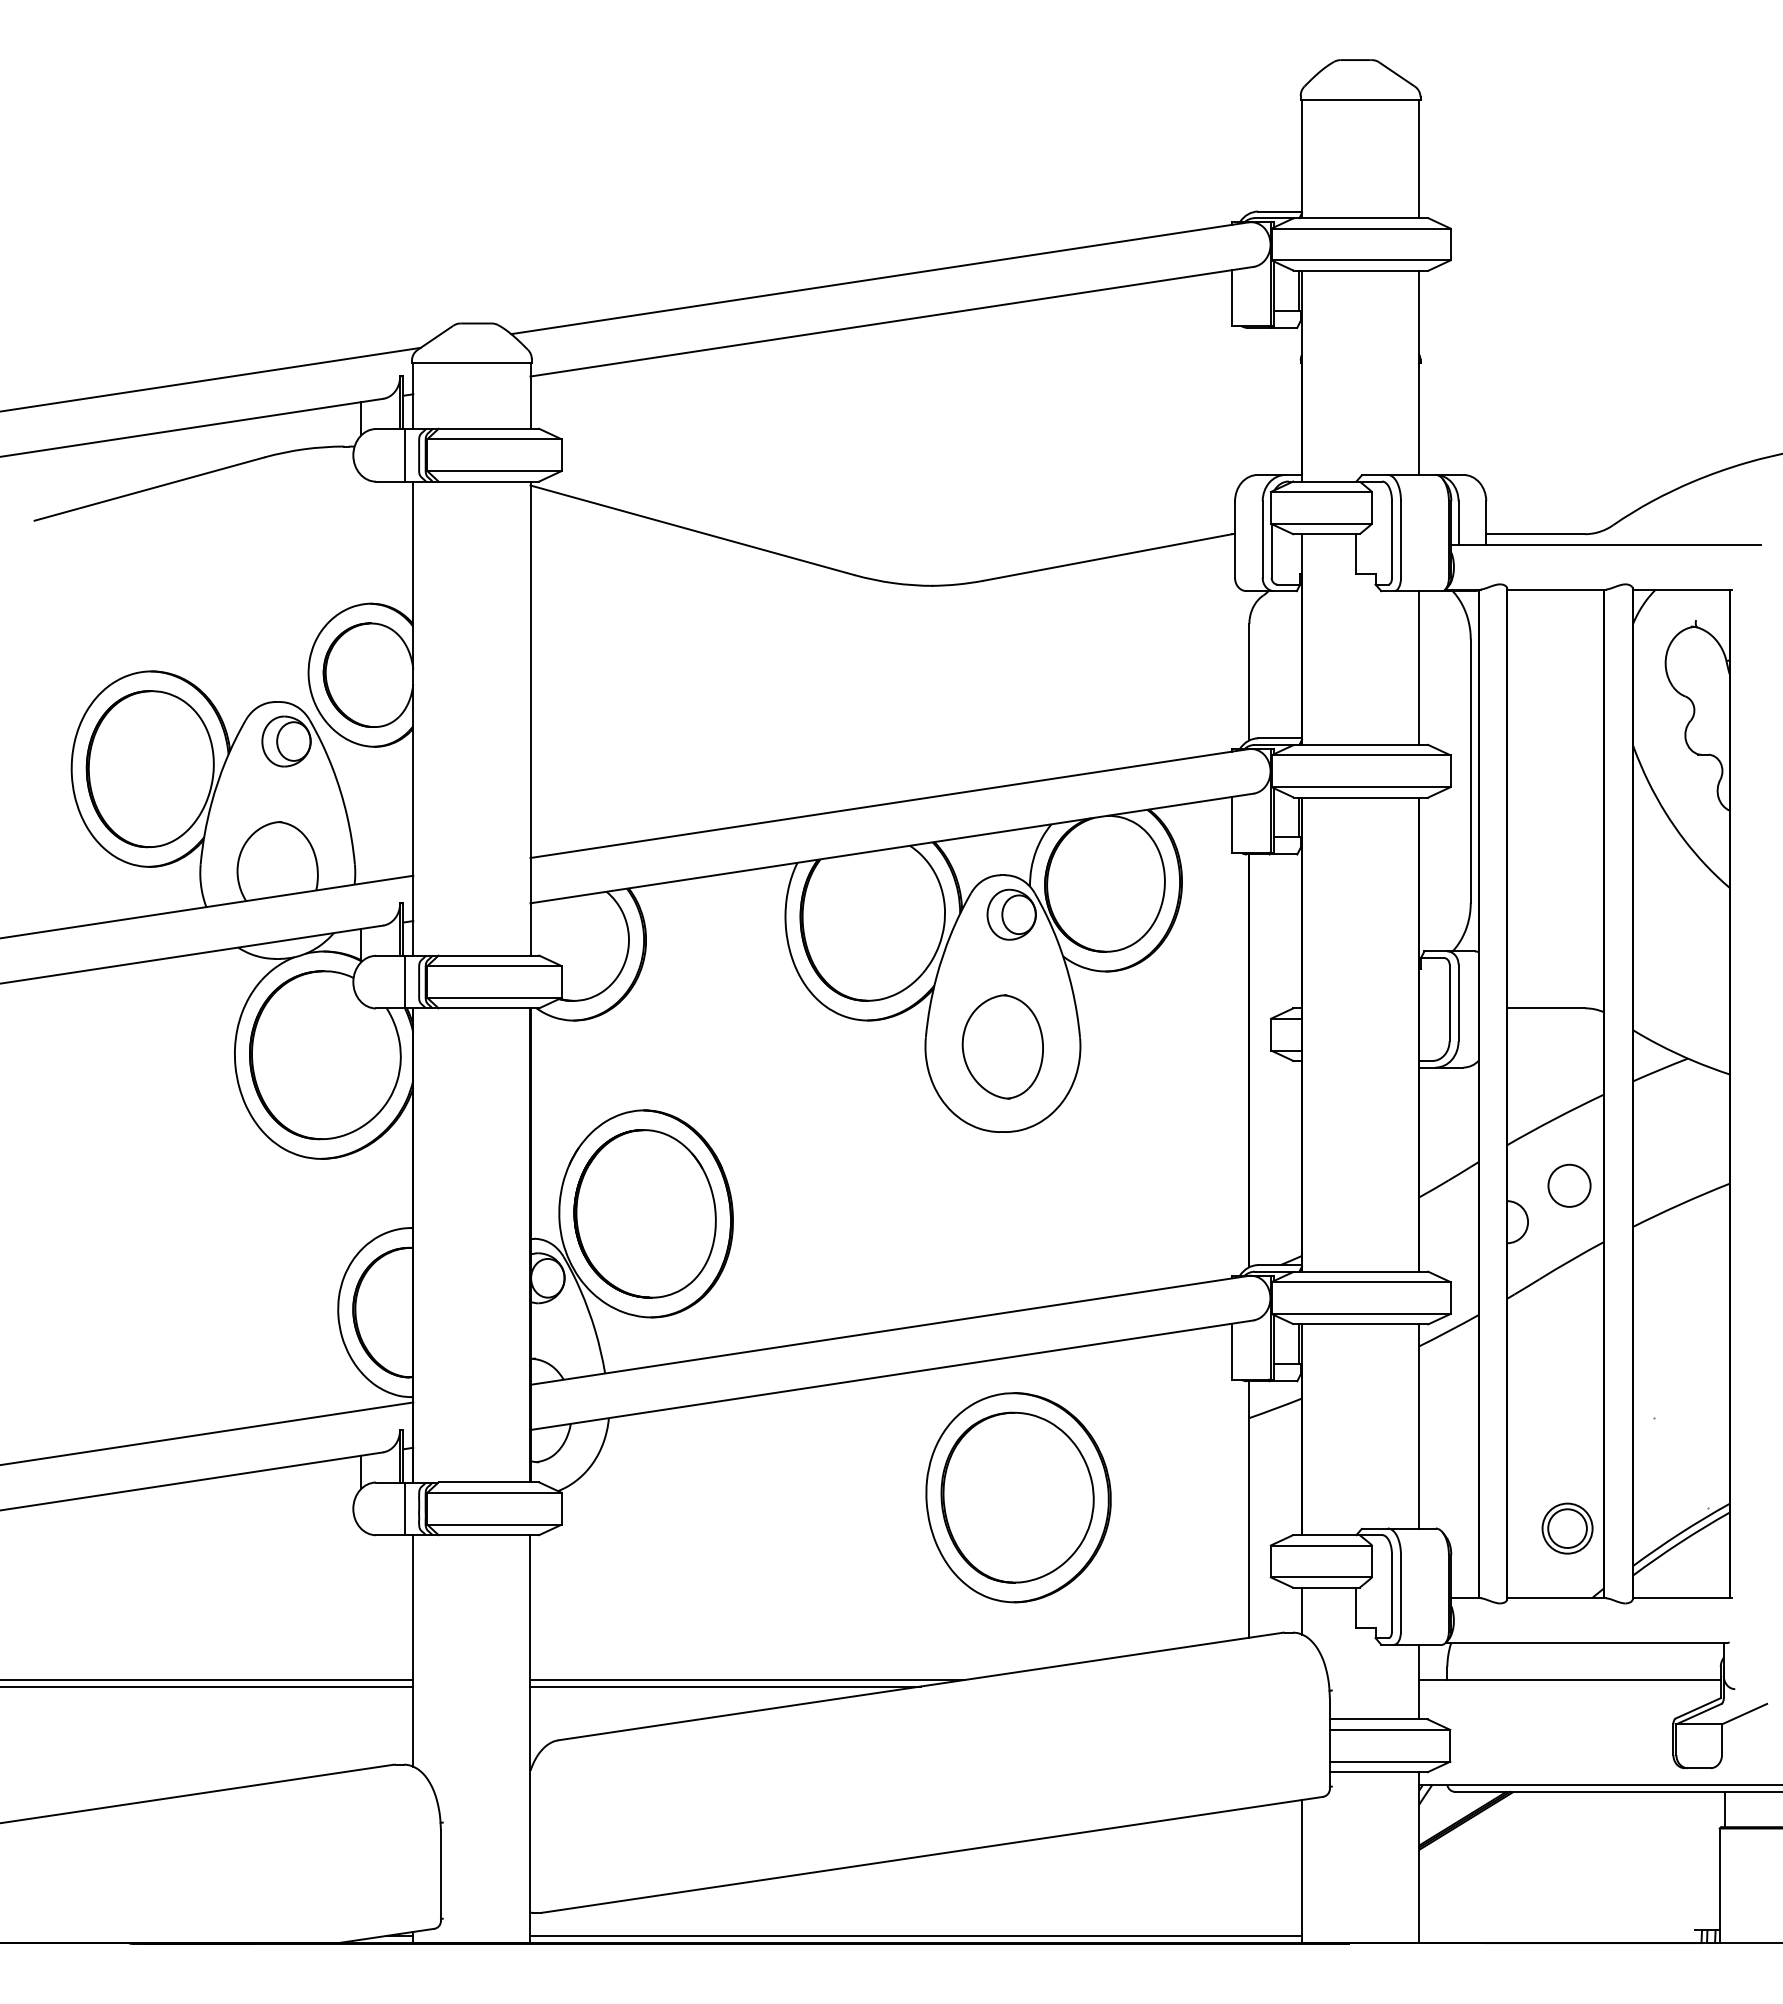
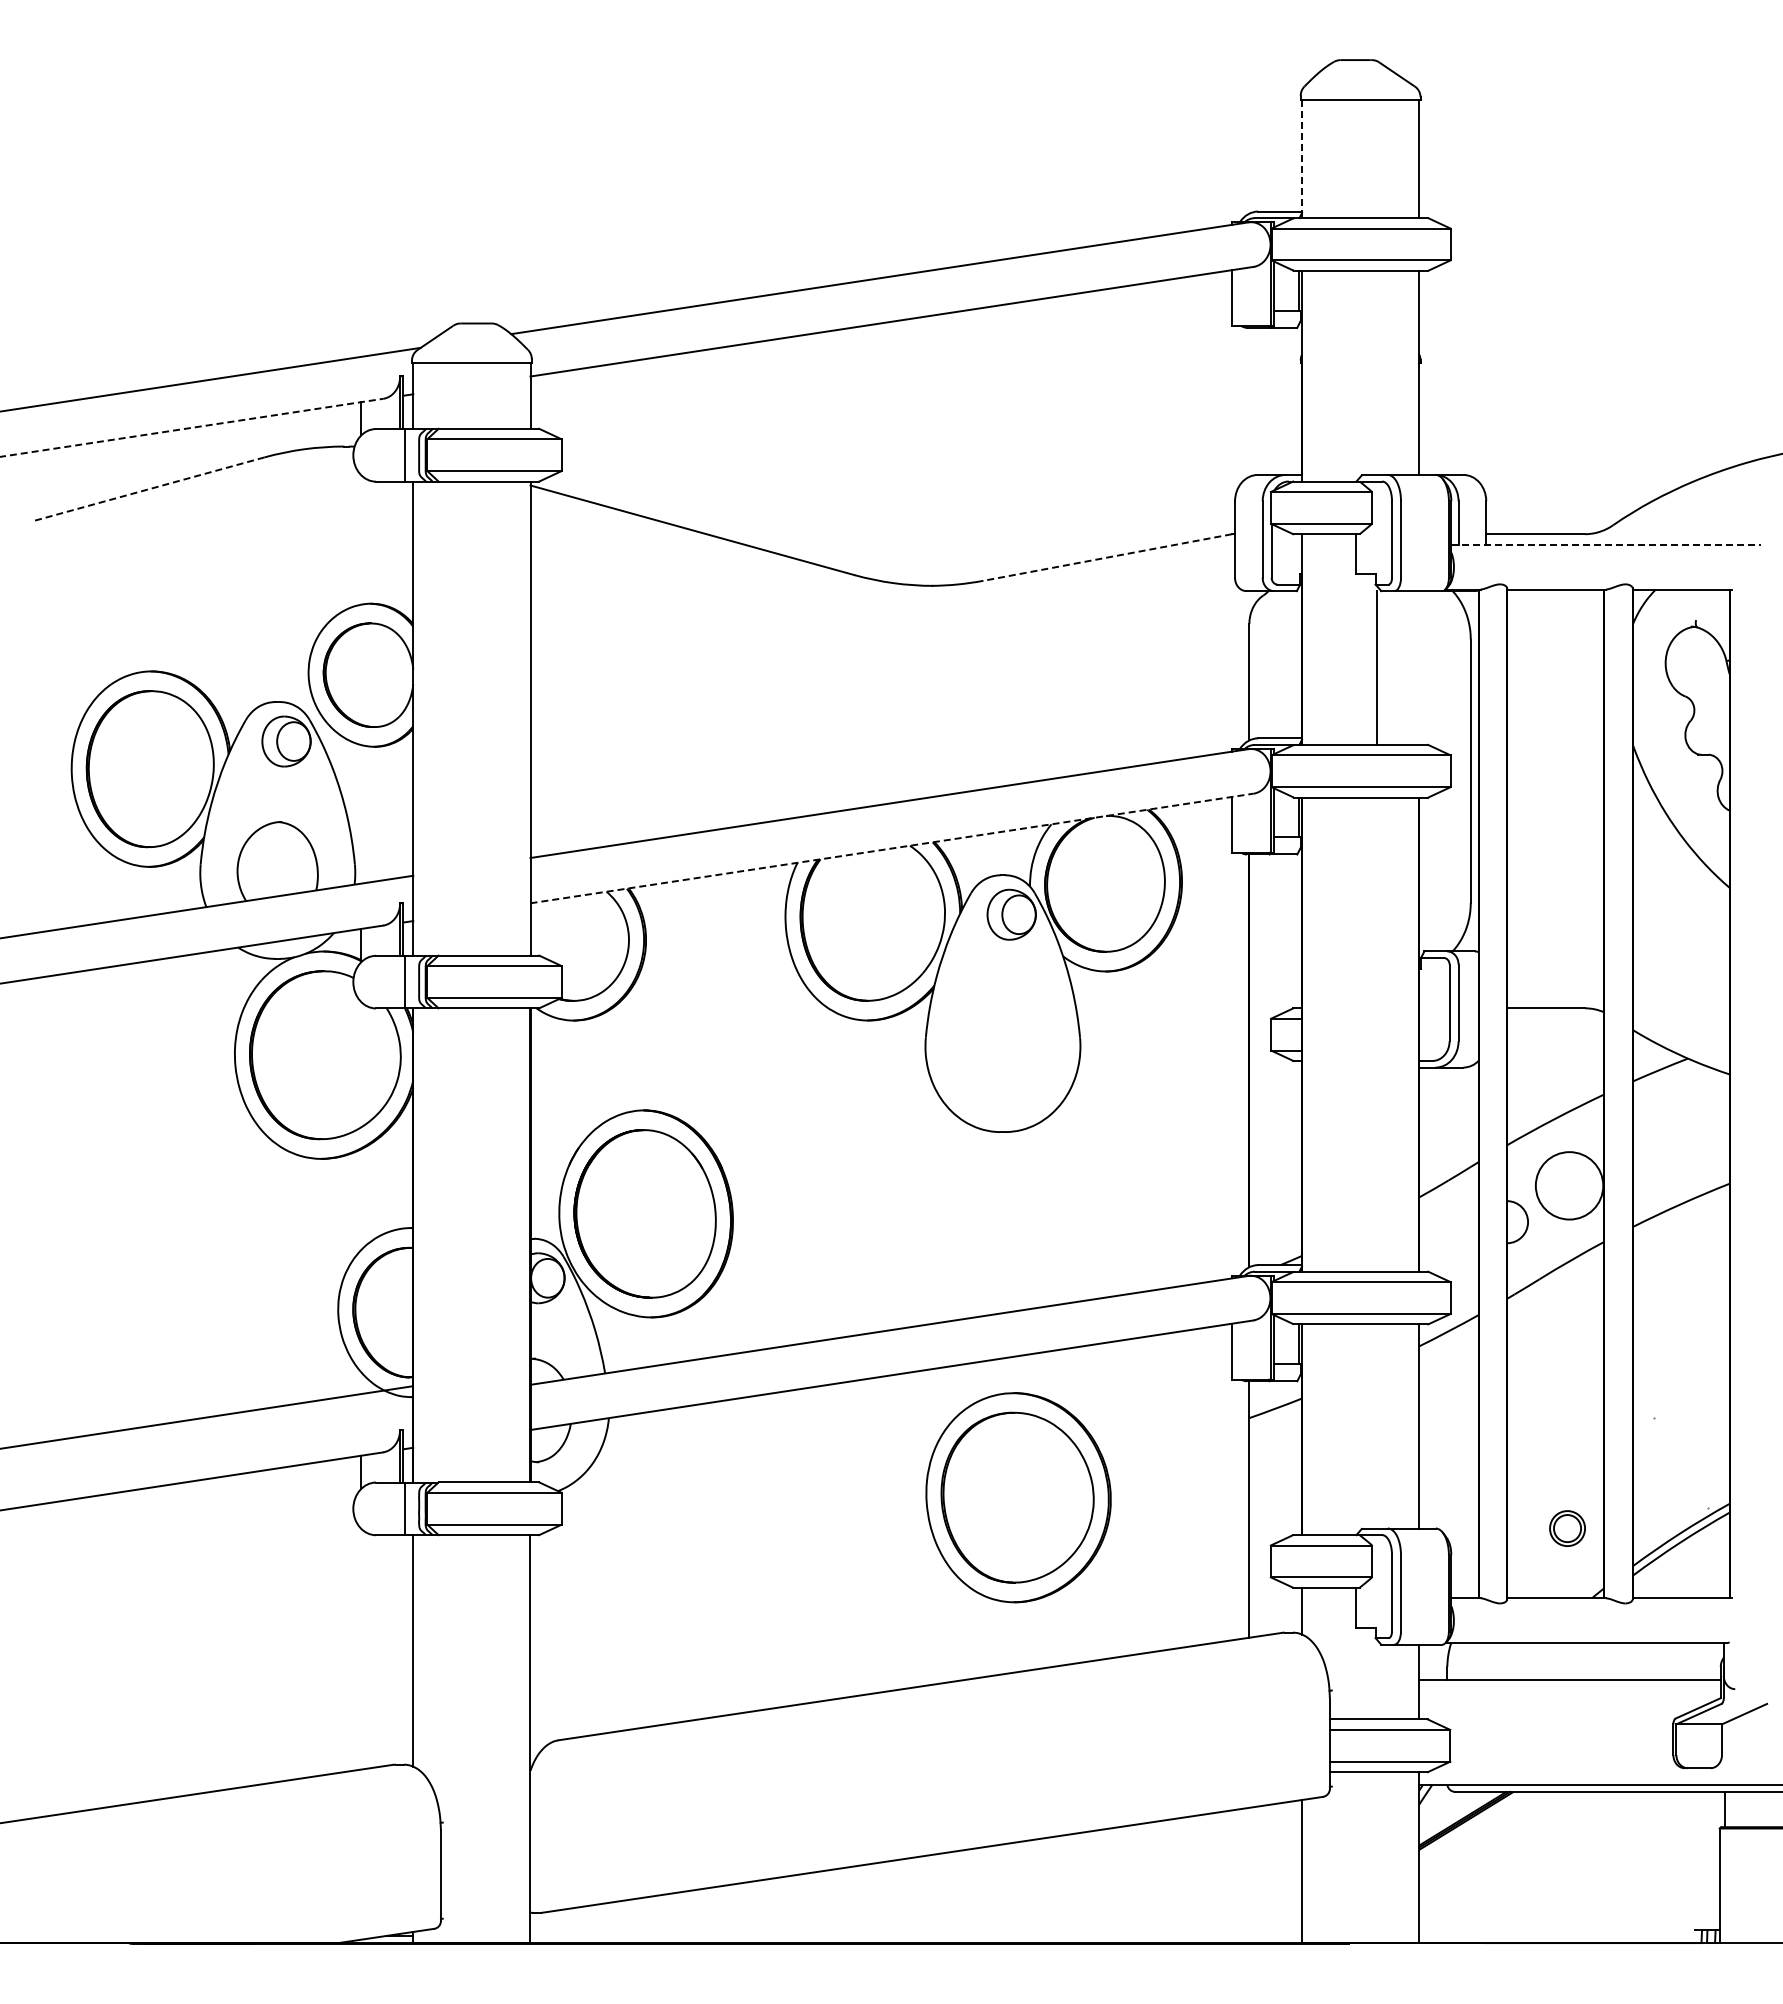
line at (1302, 159): solid -> dashed
line at (192, 427): solid -> dashed
line at (149, 489): solid -> dashed
line at (1606, 544): solid -> dashed
line at (1107, 557): solid -> dashed
line at (1419, 667) position: (1419, 667) -> (1377, 667)
line at (892, 848): solid -> dashed
part at (1002, 1046): present -> none
circle at (1569, 1185) diameter: 42 px -> 67 px
line at (207, 1433) position: (207, 1433) -> (206, 1417)
part at (1567, 1528) size: 53x53 px -> 37x37 px
line at (207, 1679): present -> none
line at (747, 1679): present -> none
line at (207, 1686): present -> none
line at (725, 1686): present -> none
line at (916, 1935): present -> none
